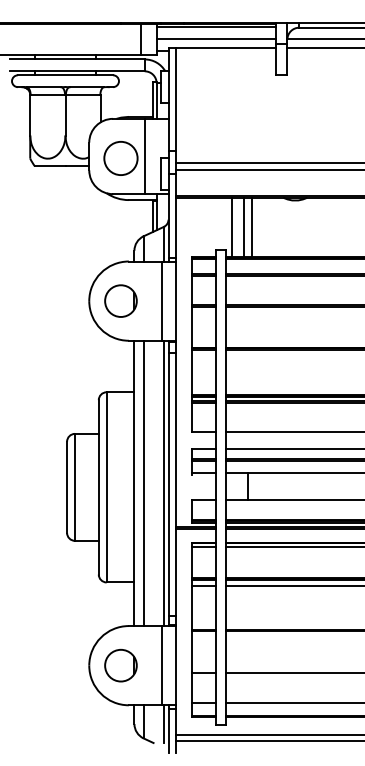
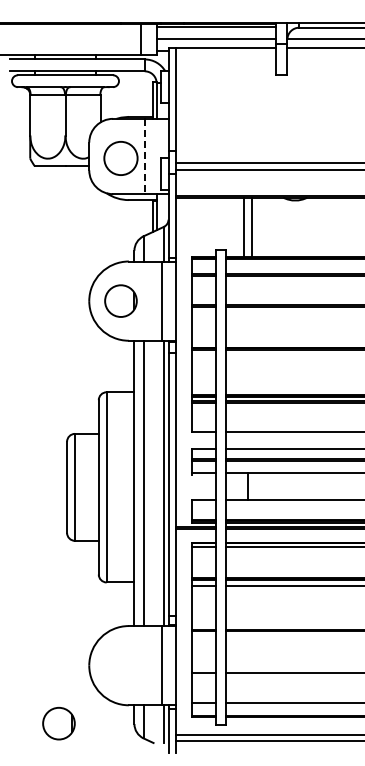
line at (144, 156): solid -> dashed
line at (232, 227): present -> none
part at (120, 665) position: (120, 665) -> (58, 723)
